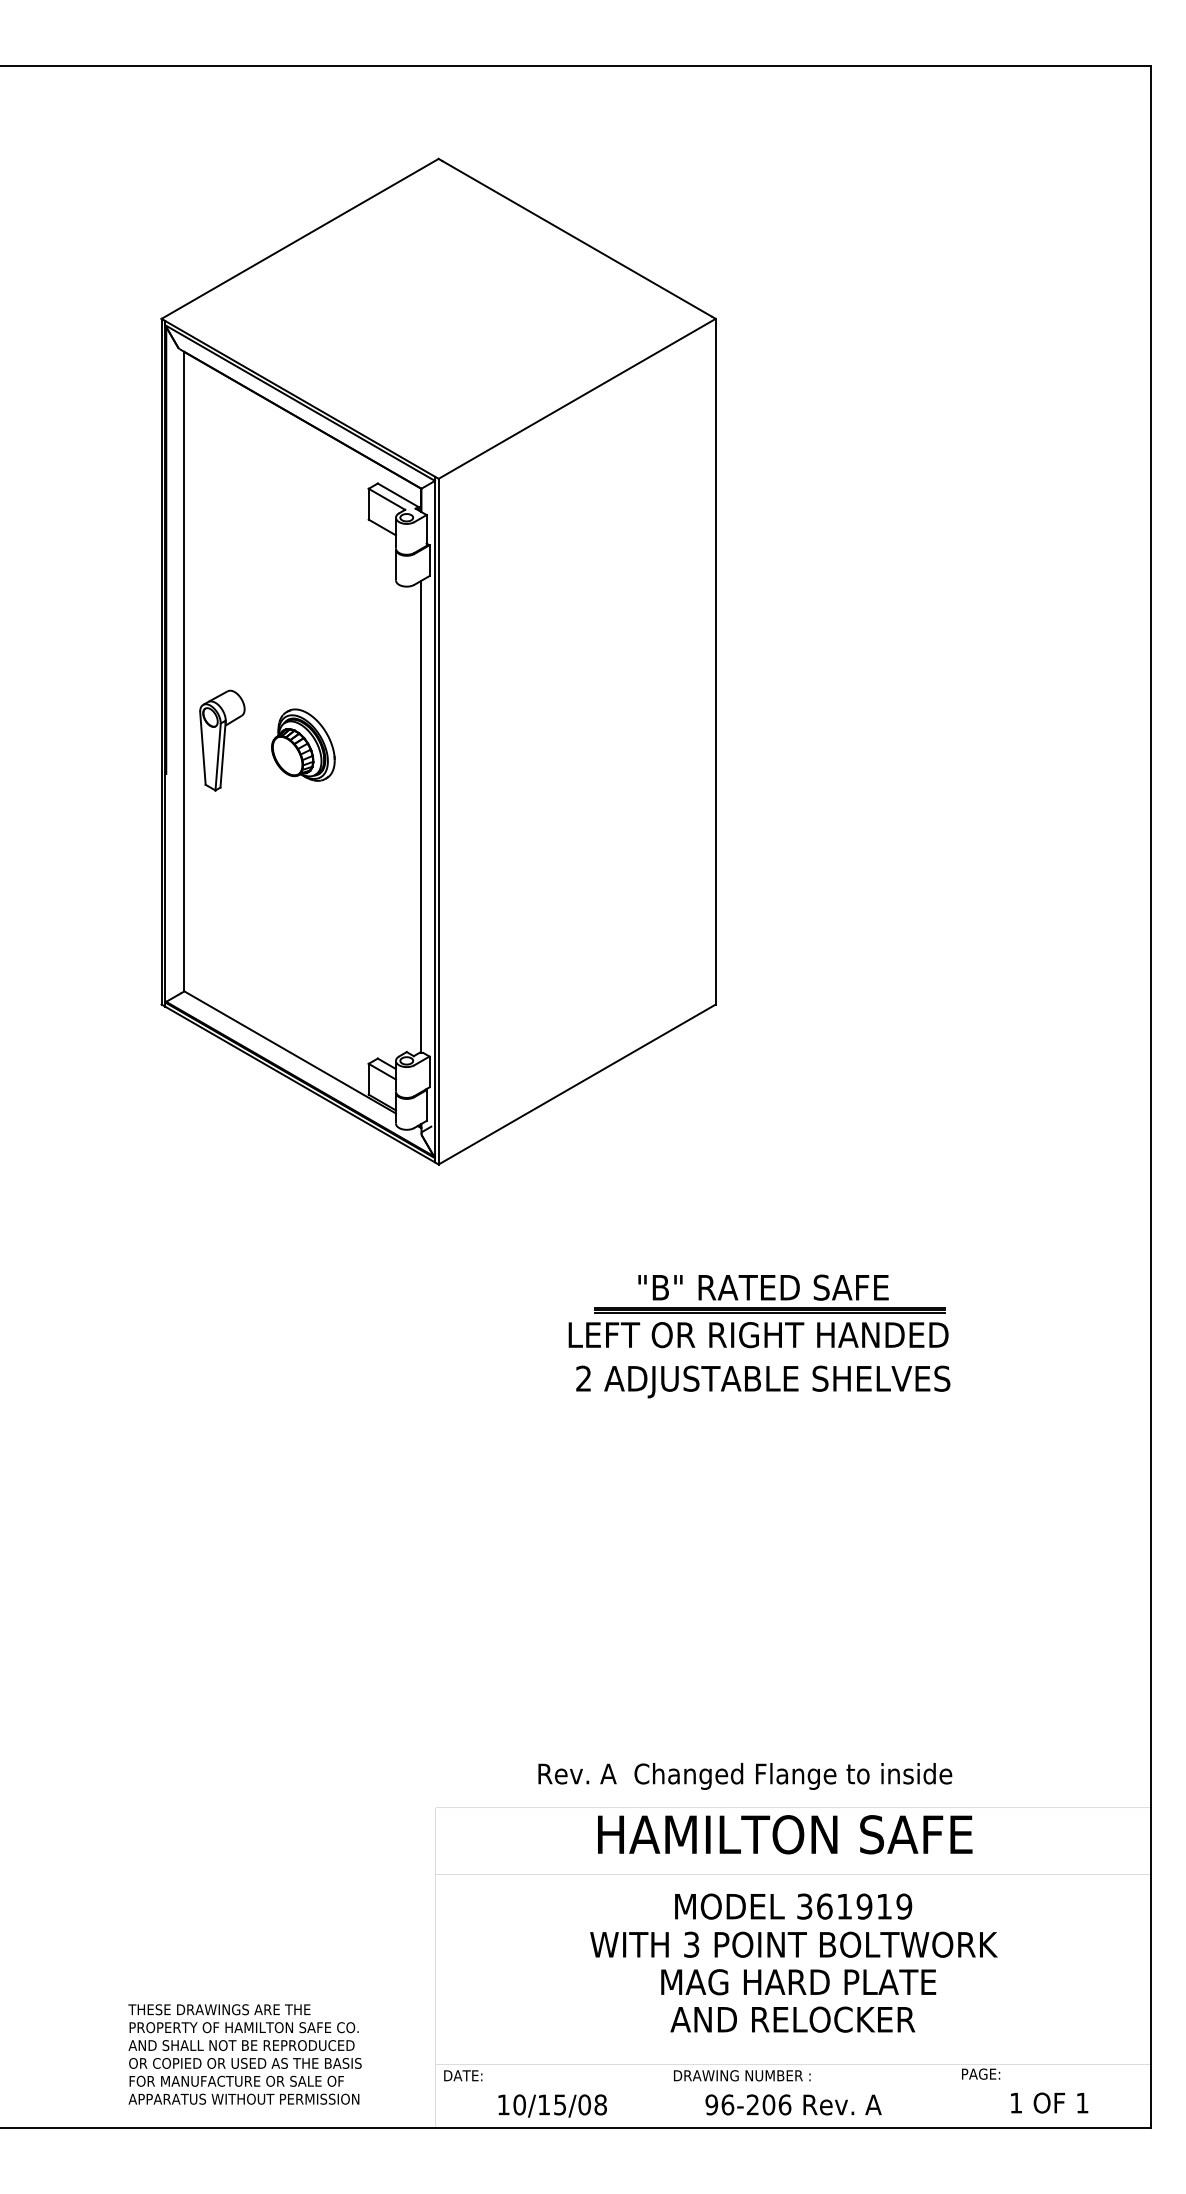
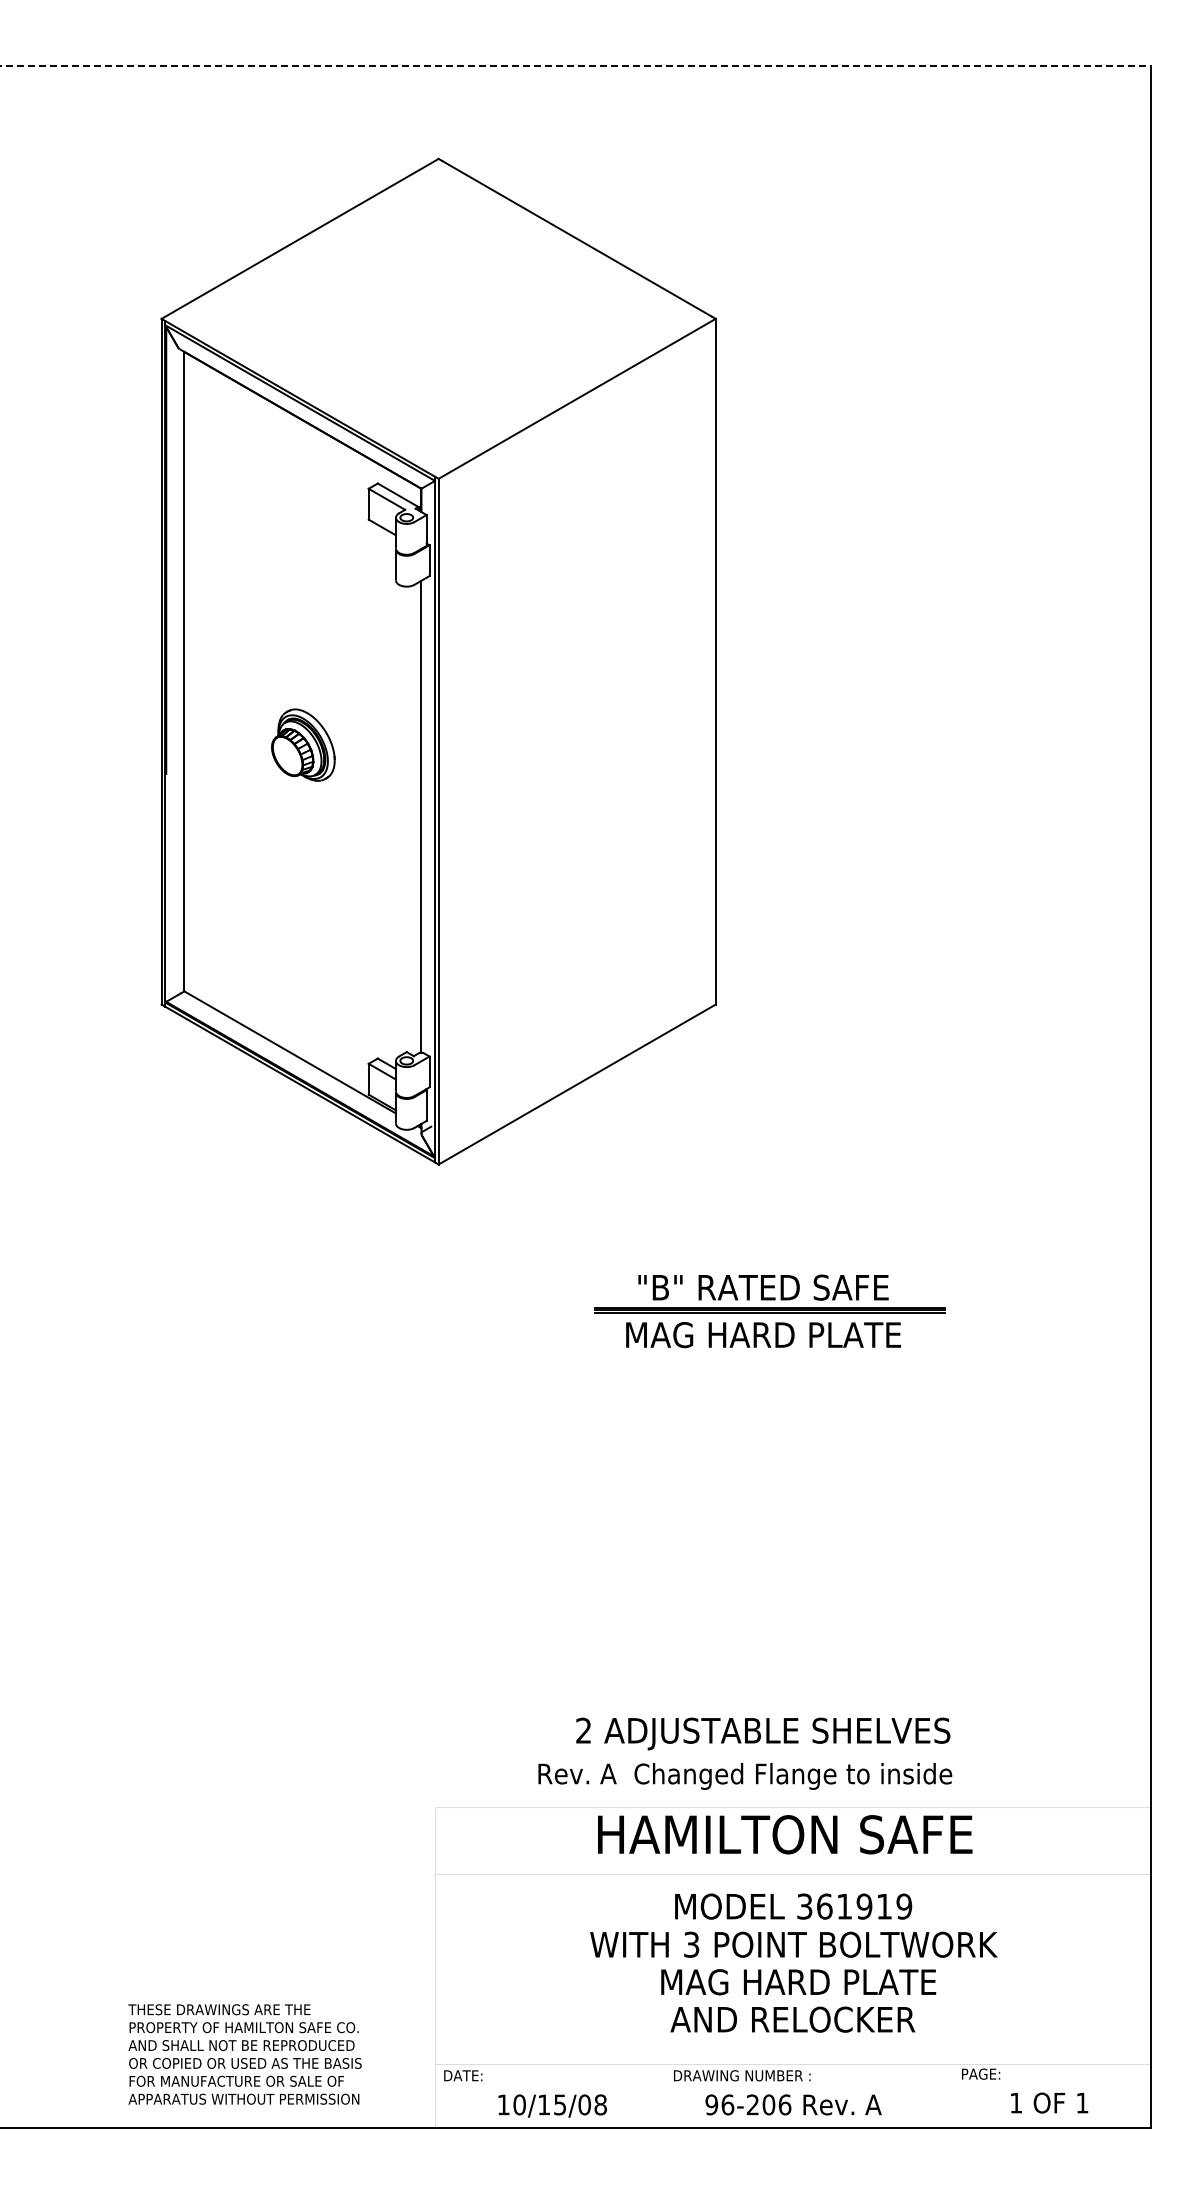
line at (575, 65): solid -> dashed
part at (222, 740): present -> none
text at (758, 1335): LEFT OR RIGHT HANDED -> MAG HARD PLATE
text at (763, 1381) position: (763, 1381) -> (763, 1733)
